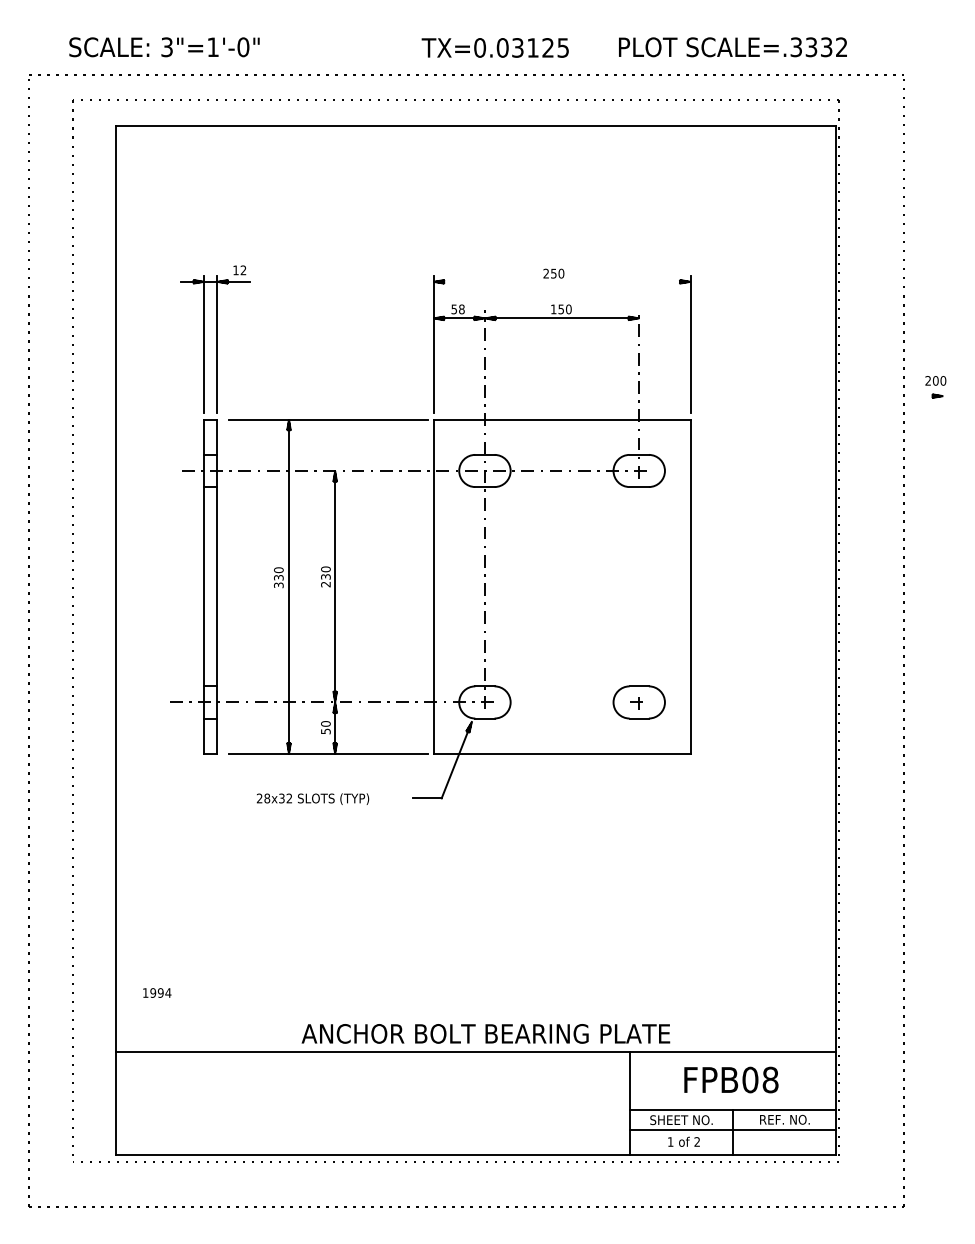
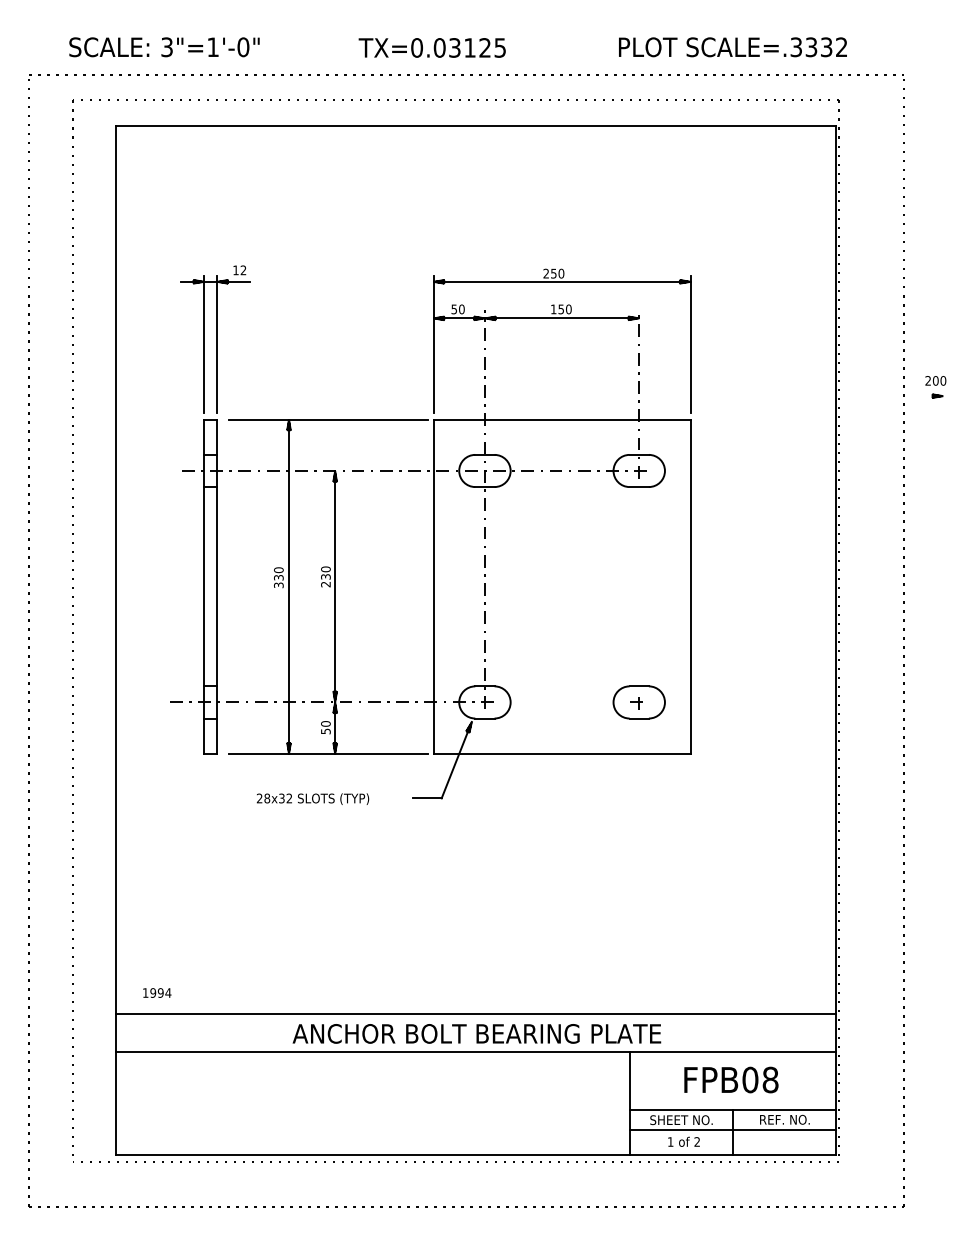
text at (494, 47) position: (494, 47) -> (431, 47)
line at (561, 281): none -> present
text at (461, 309): 58 -> 50
line at (476, 1013): none -> present
text at (485, 1033) position: (485, 1033) -> (476, 1033)
